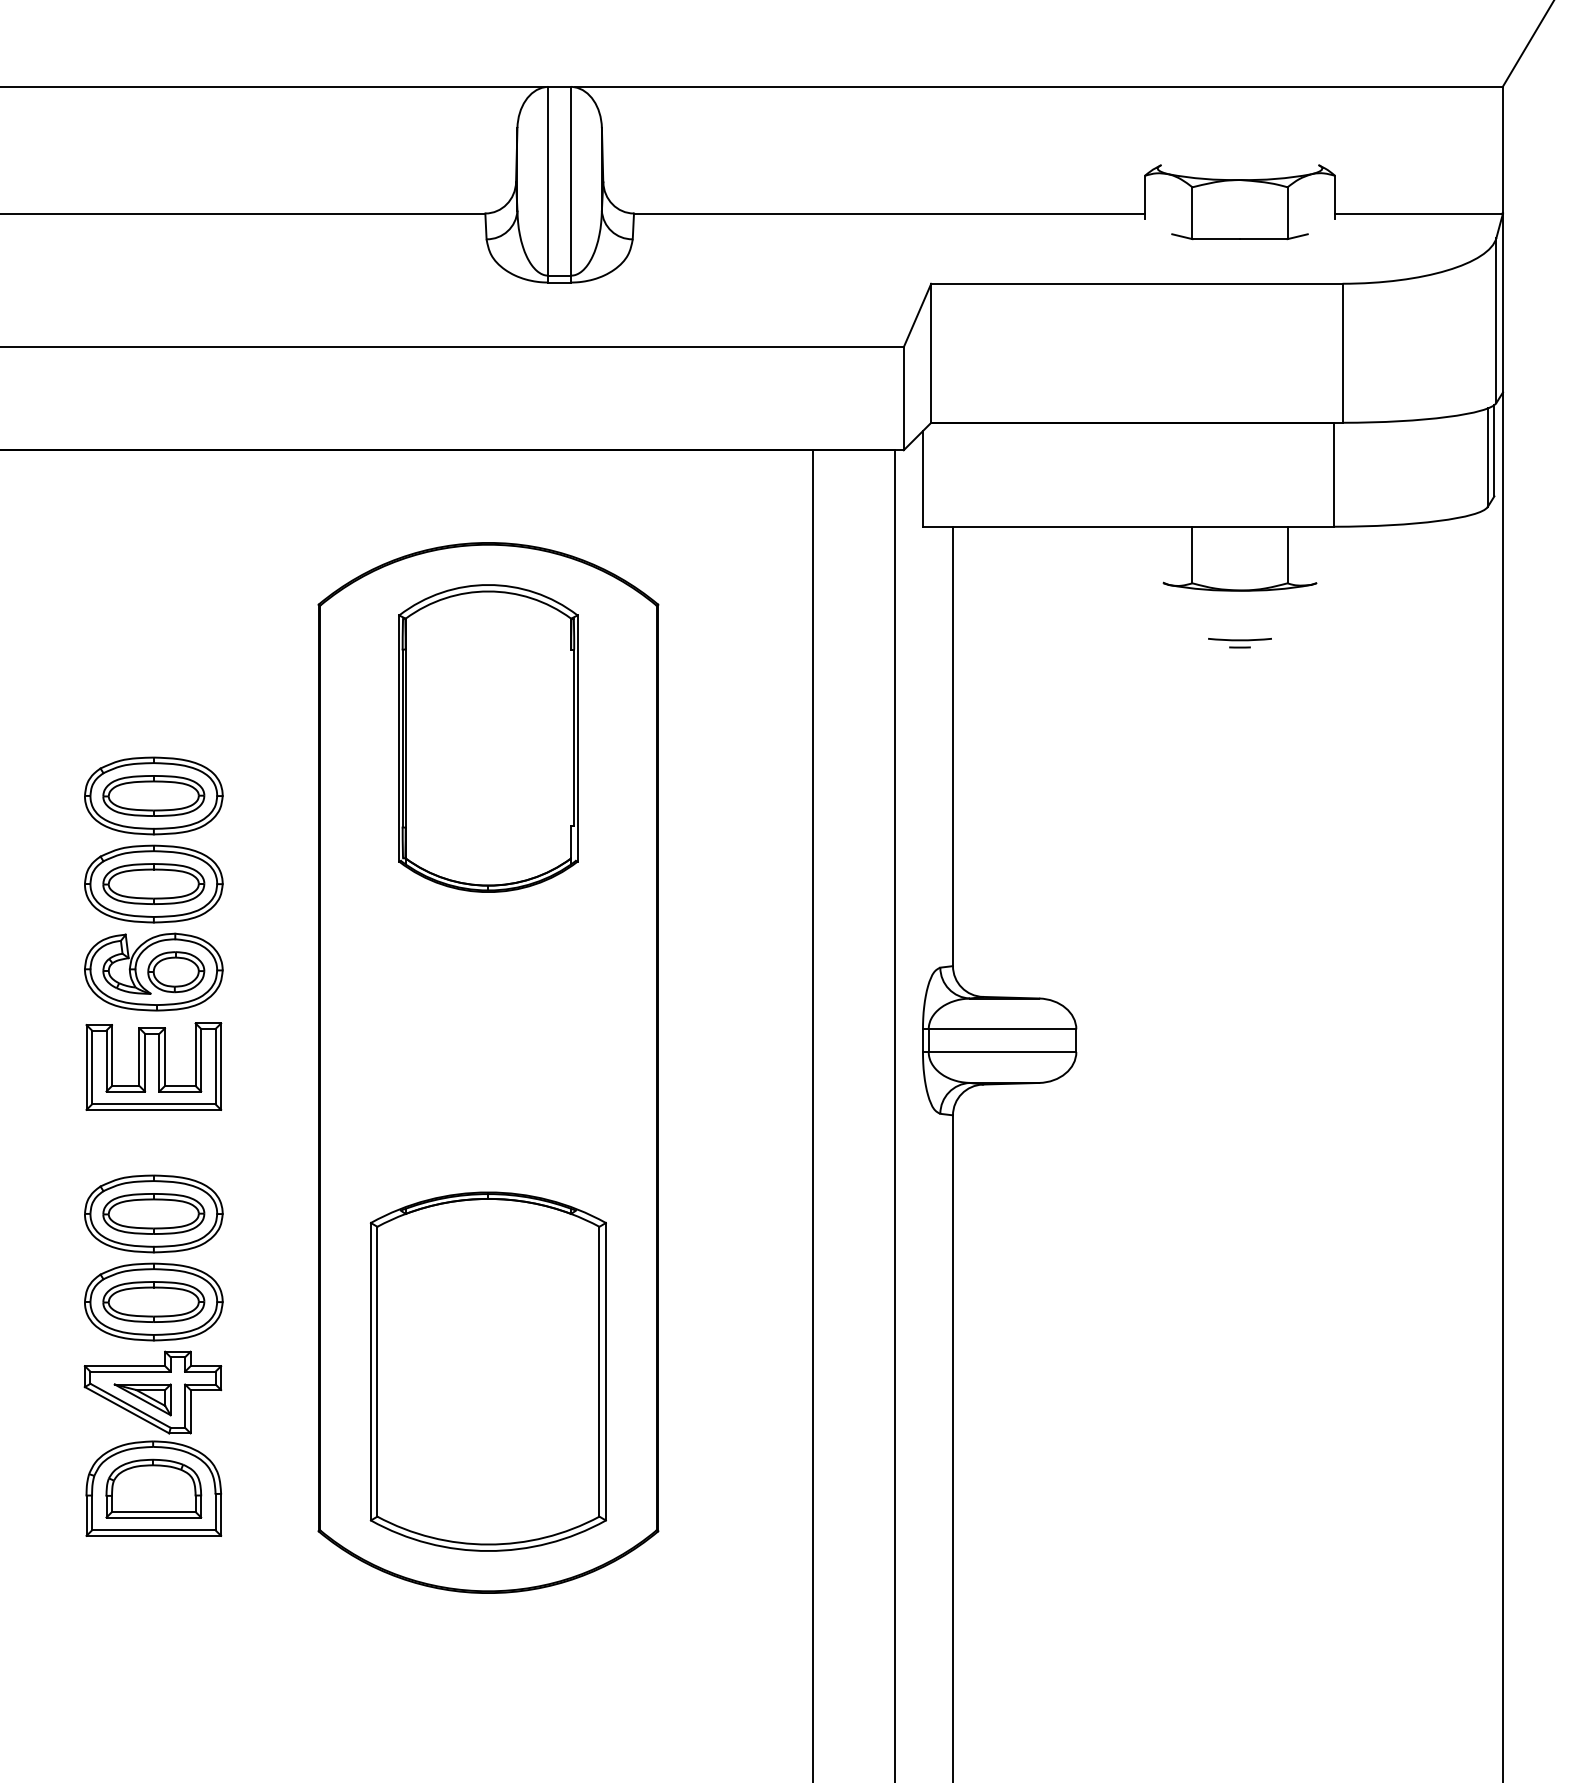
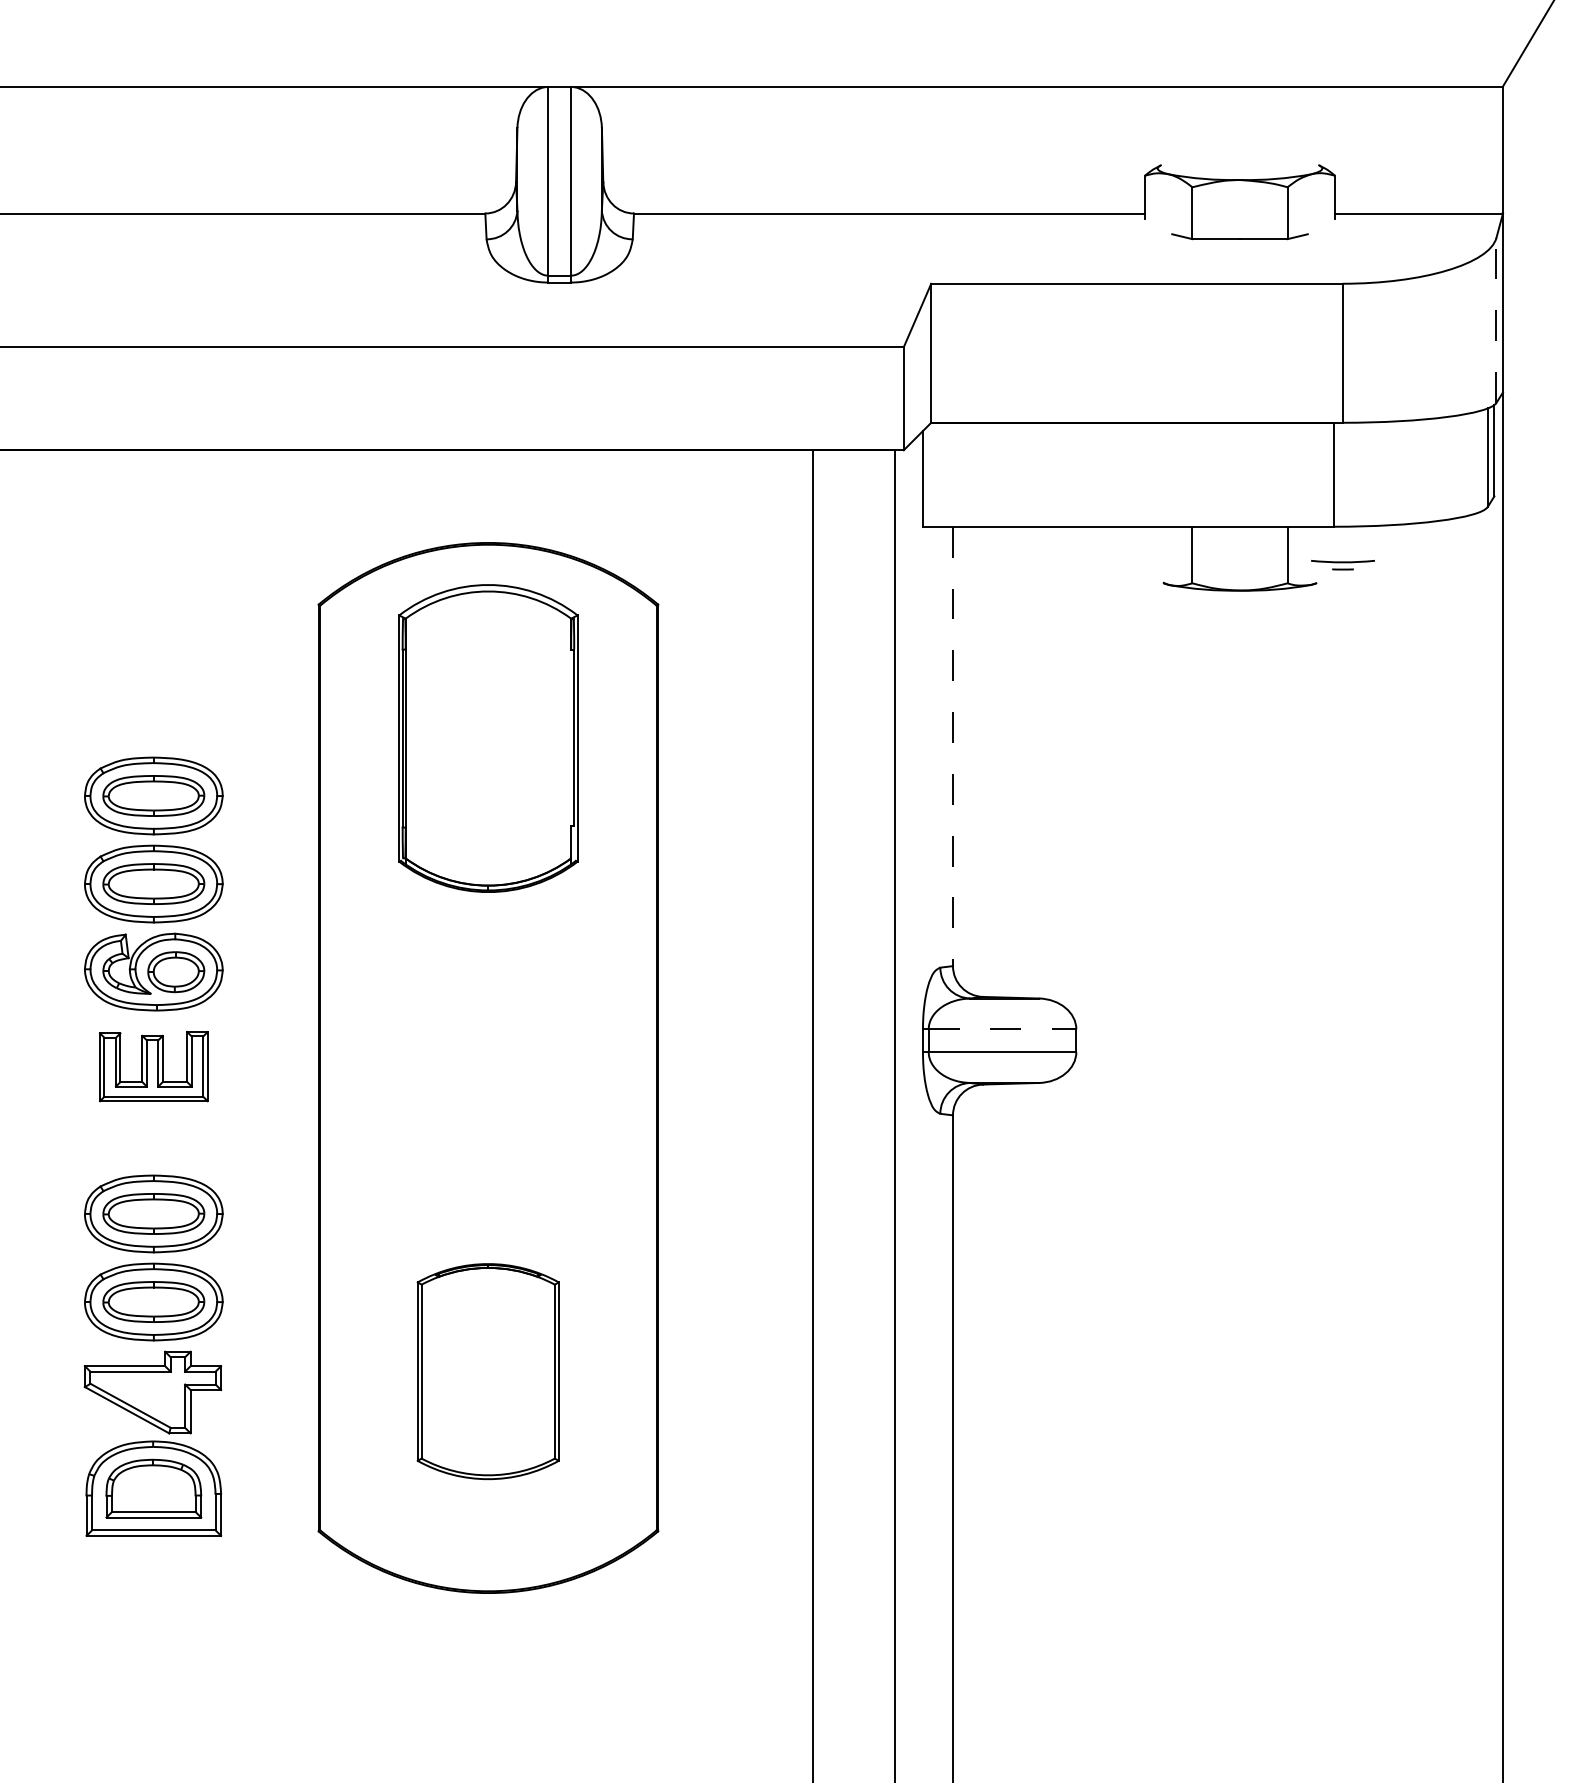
line at (1496, 320): solid -> dashed
part at (1239, 643) position: (1239, 643) -> (1342, 565)
line at (952, 746): solid -> dashed
line at (1002, 1029): solid -> dashed
part at (153, 1066) size: 138x89 px -> 110x72 px
part at (487, 1371) size: 238x361 px -> 144x217 px
part at (142, 1399): present -> none
